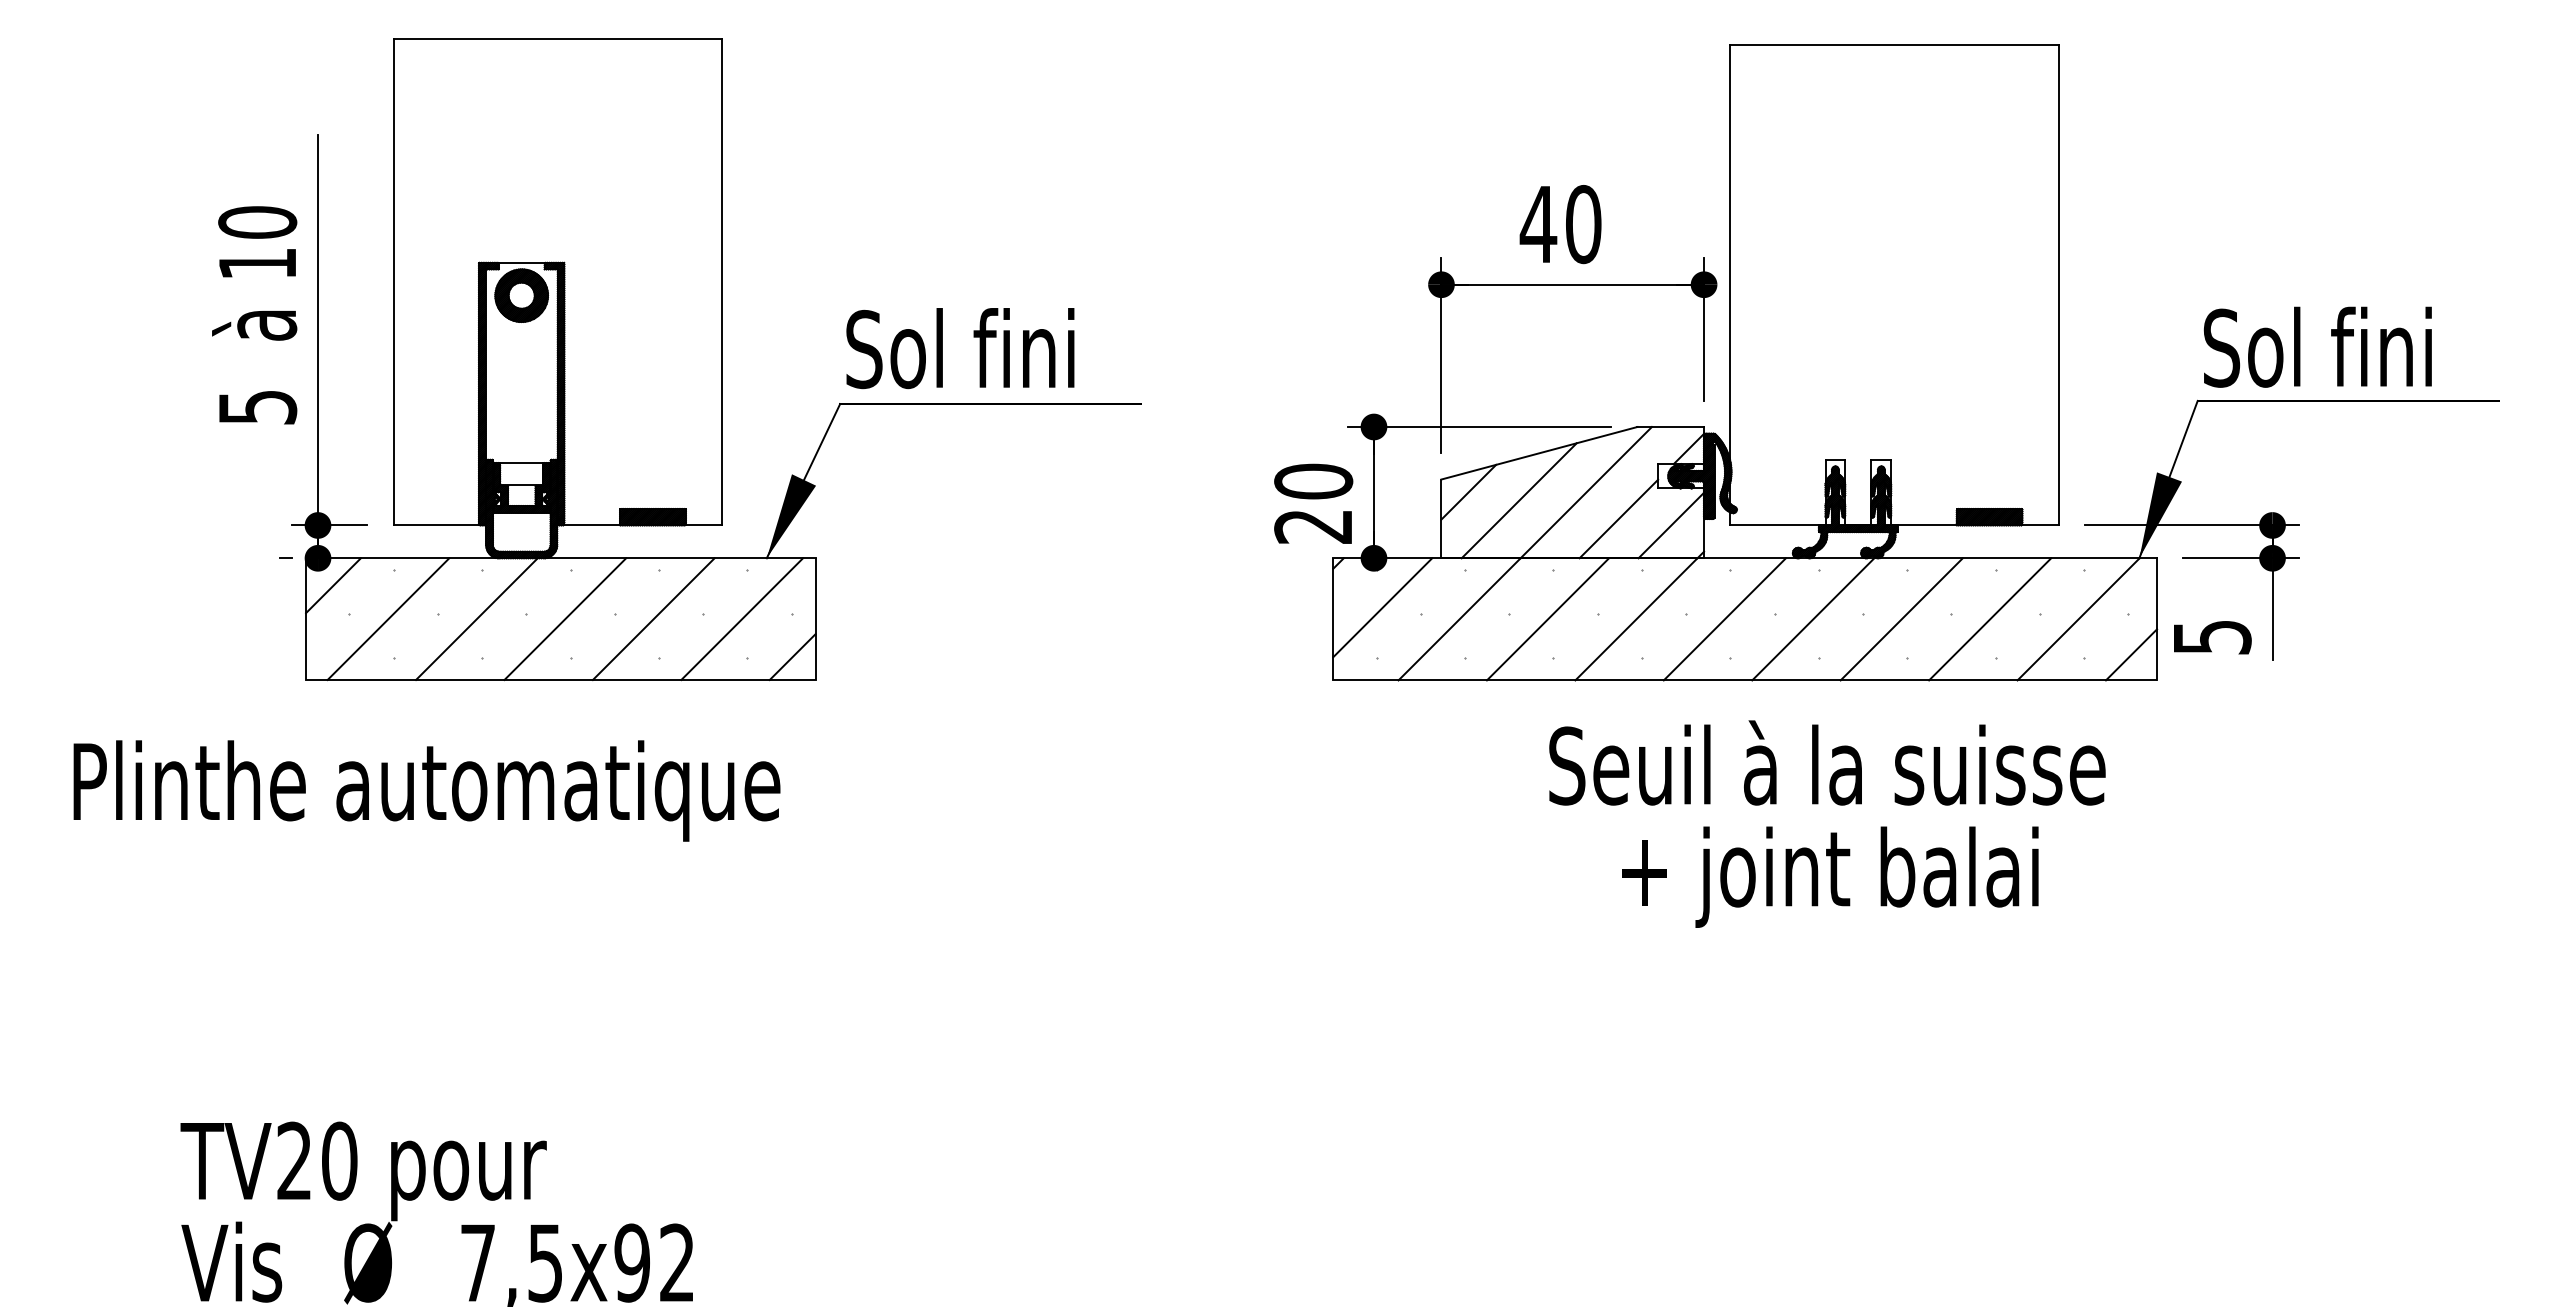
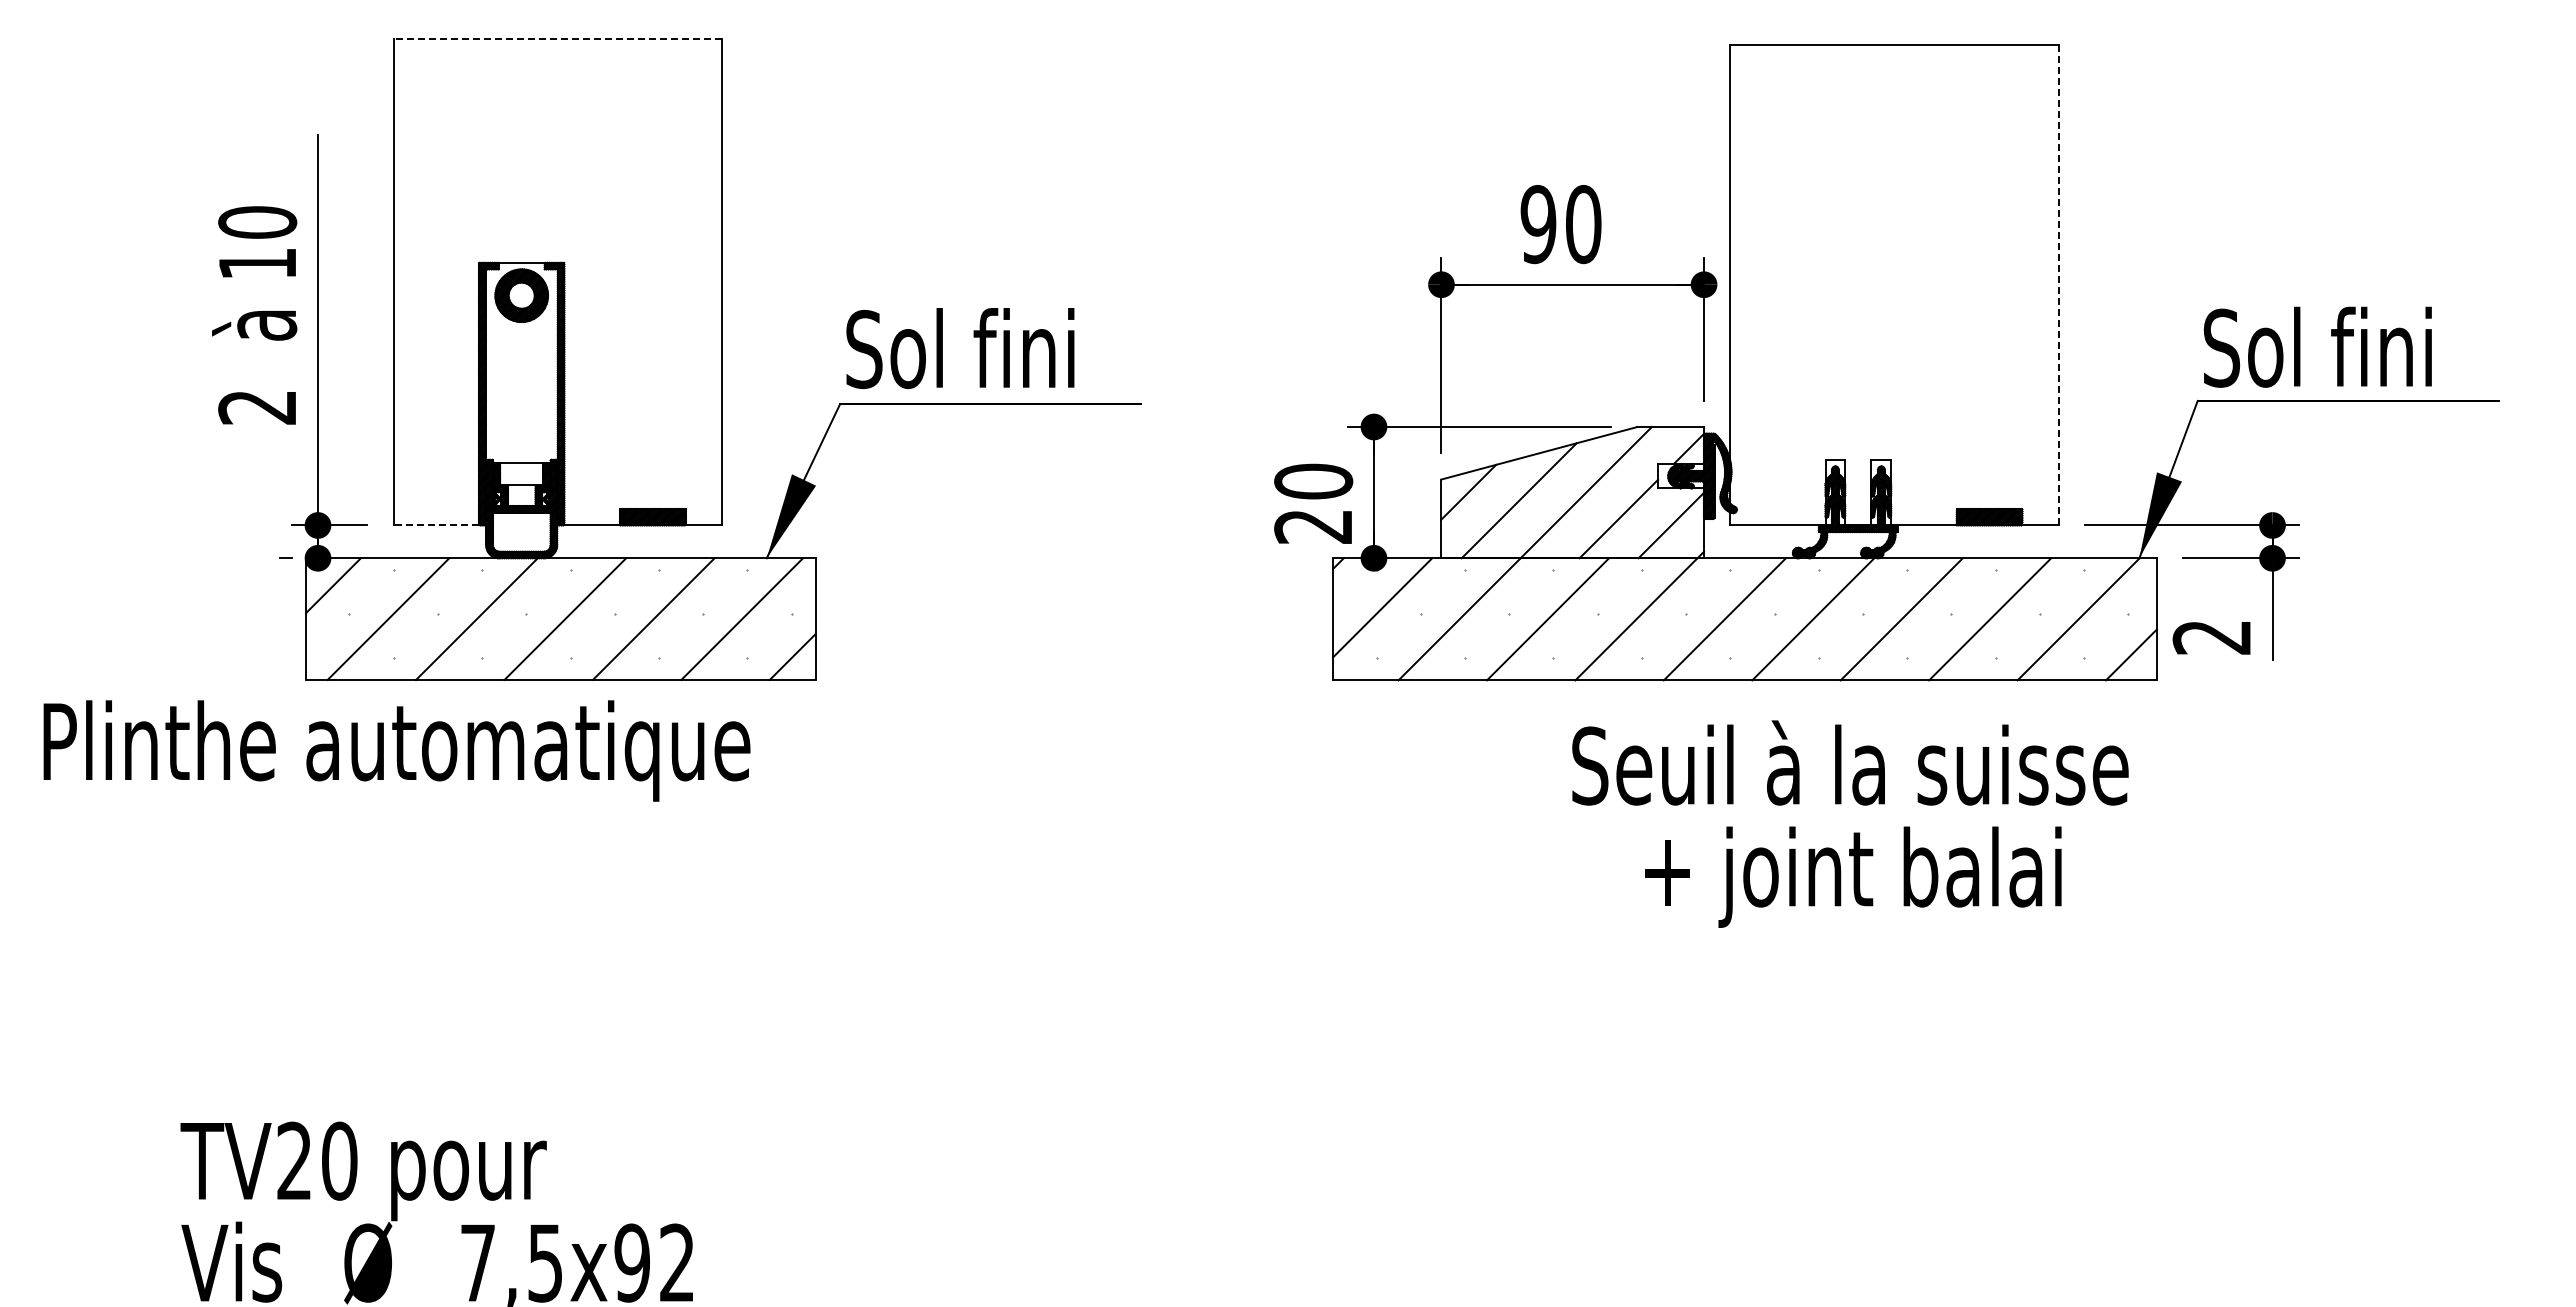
line at (557, 39): solid -> dashed
text at (1538, 224): 40 -> 90
line at (2058, 285): solid -> dashed
text at (257, 407): 5 -> 2
line at (436, 525): solid -> dashed
text at (2211, 637): 5 -> 2
text at (426, 790) position: (426, 790) -> (396, 750)
text at (1827, 823) position: (1827, 823) -> (1850, 823)
